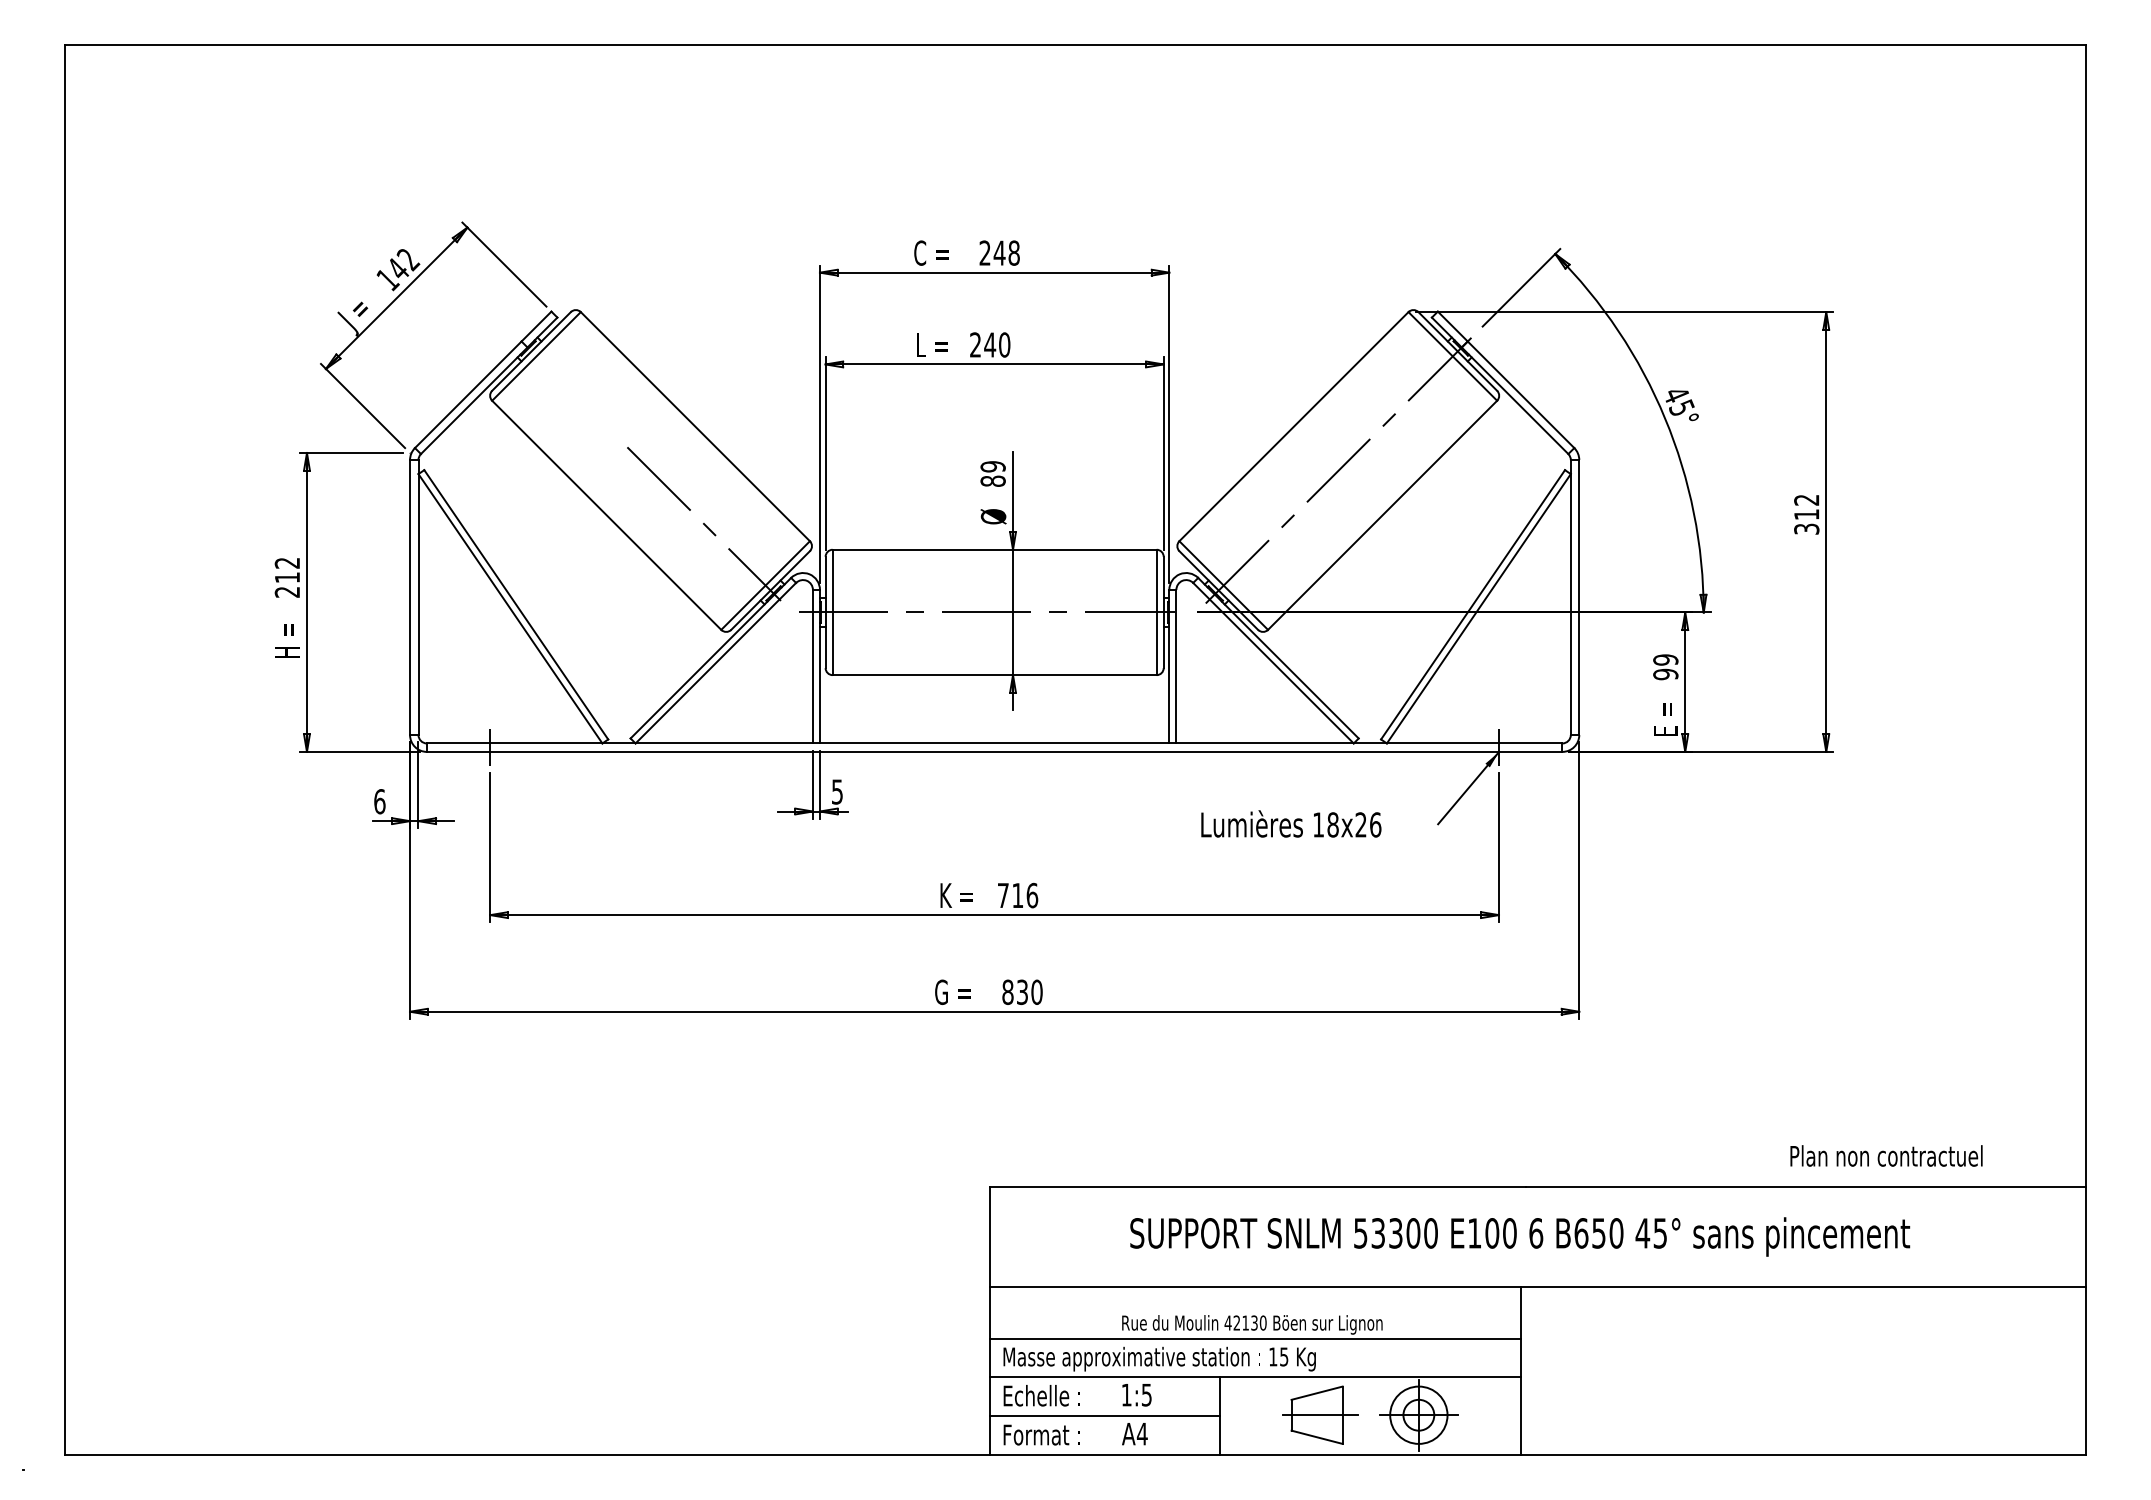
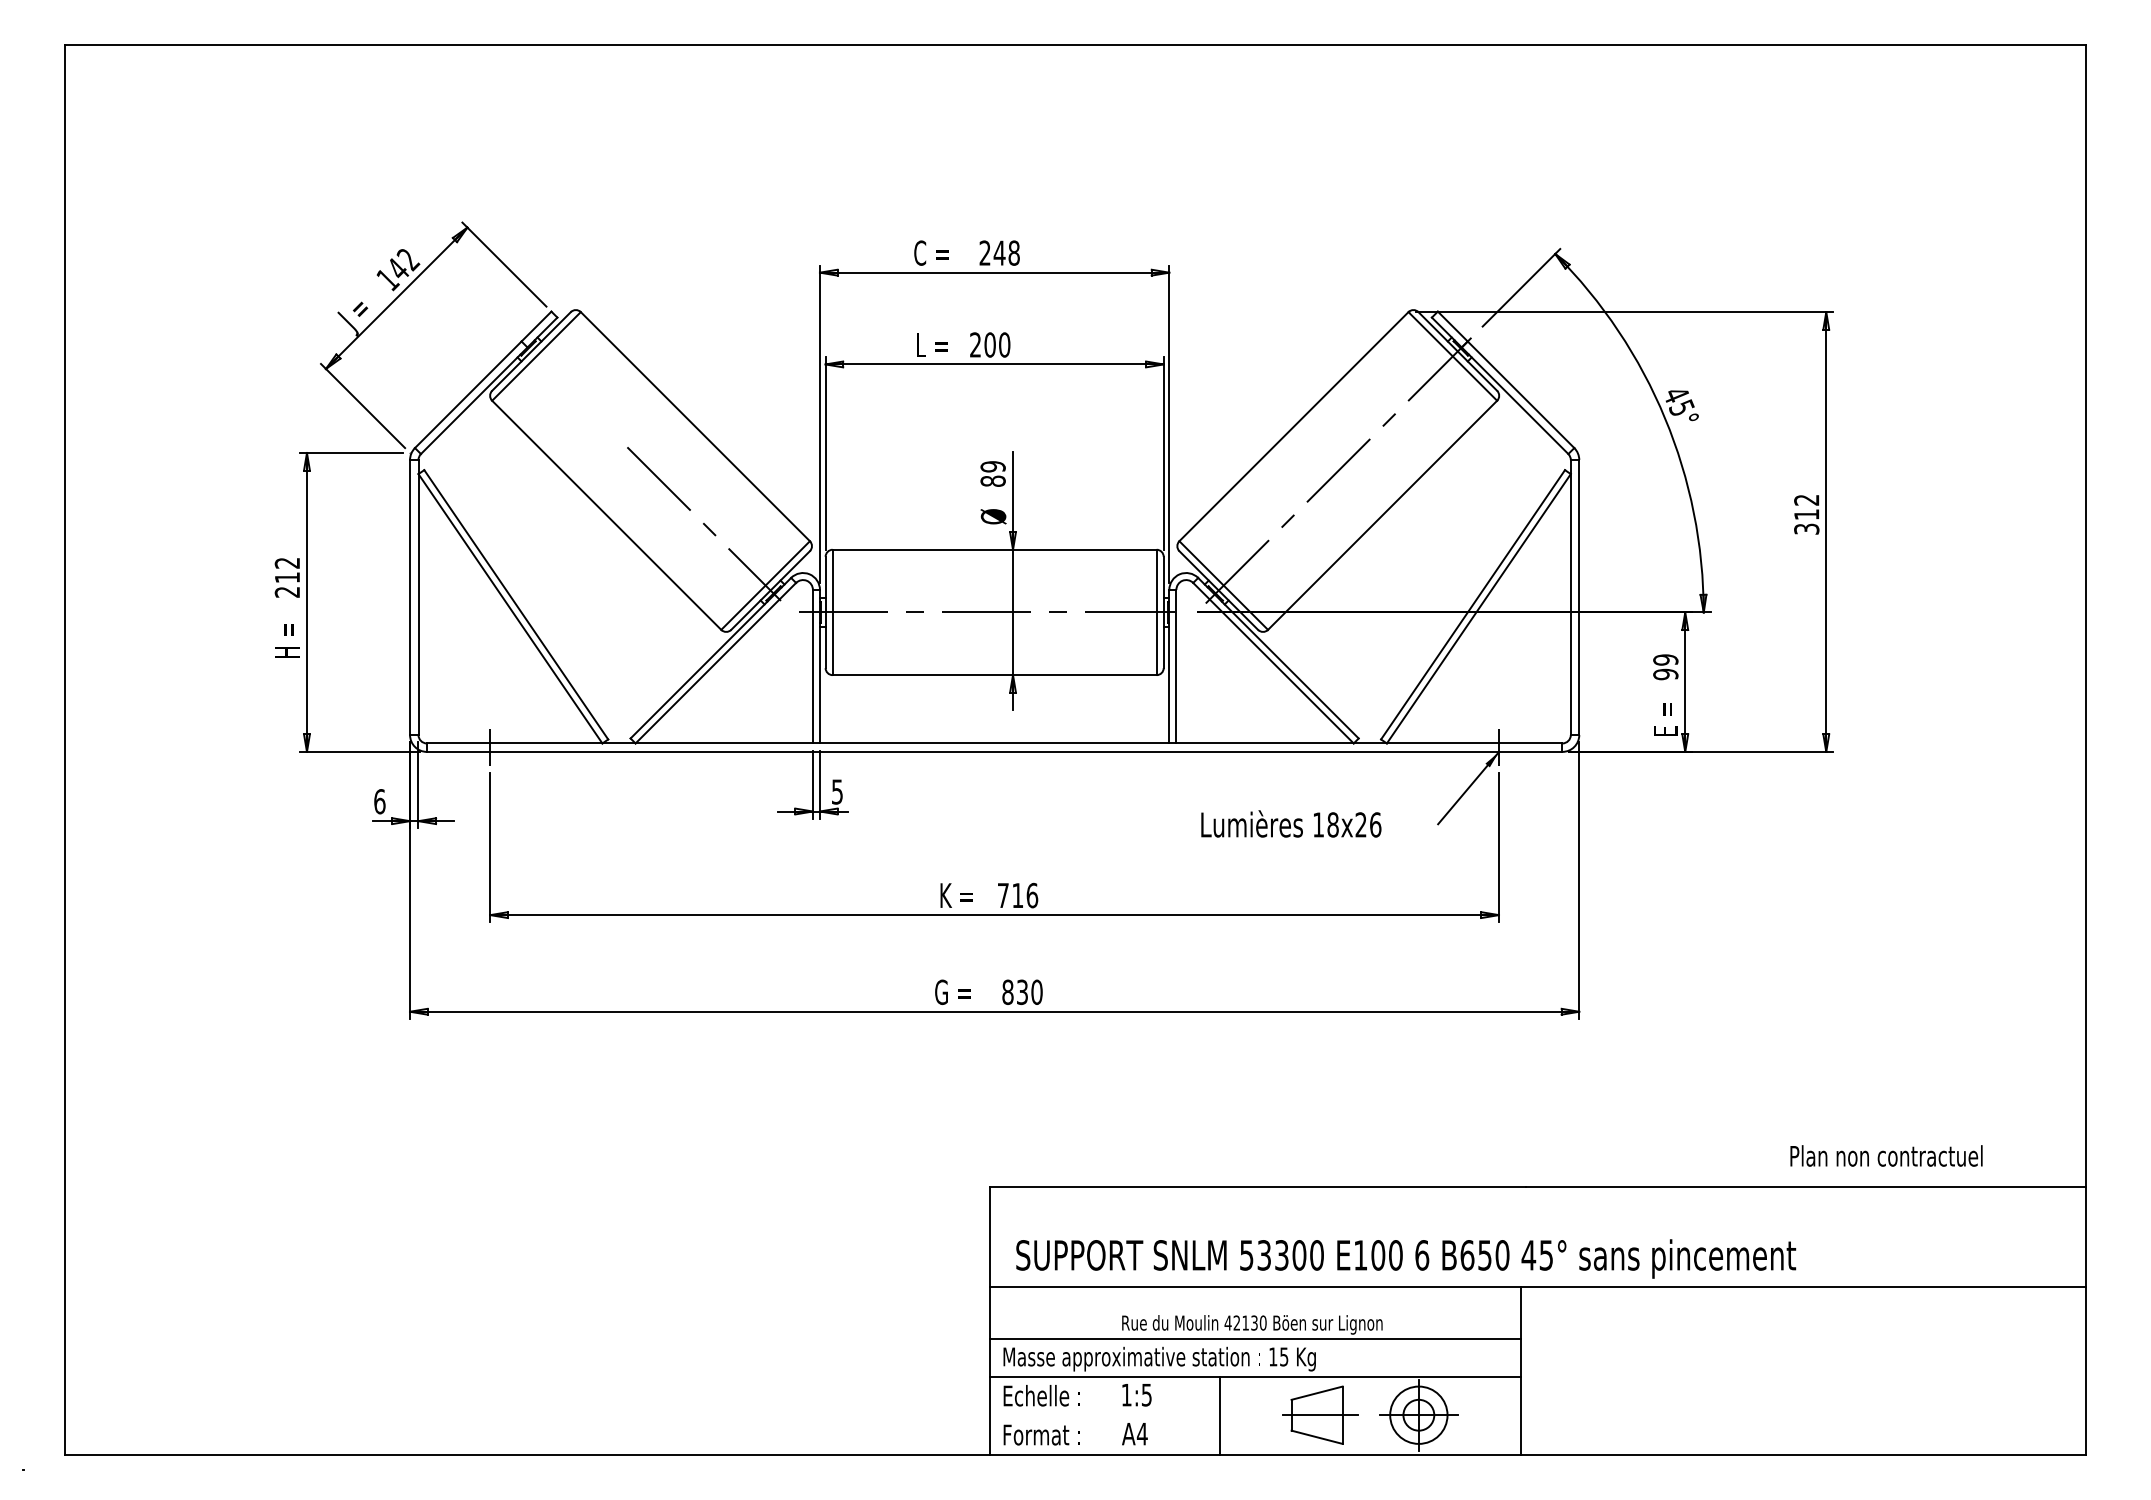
text at (990, 344): 240 -> 200
text at (1520, 1236) position: (1520, 1236) -> (1406, 1258)
line at (1105, 1416): present -> none
